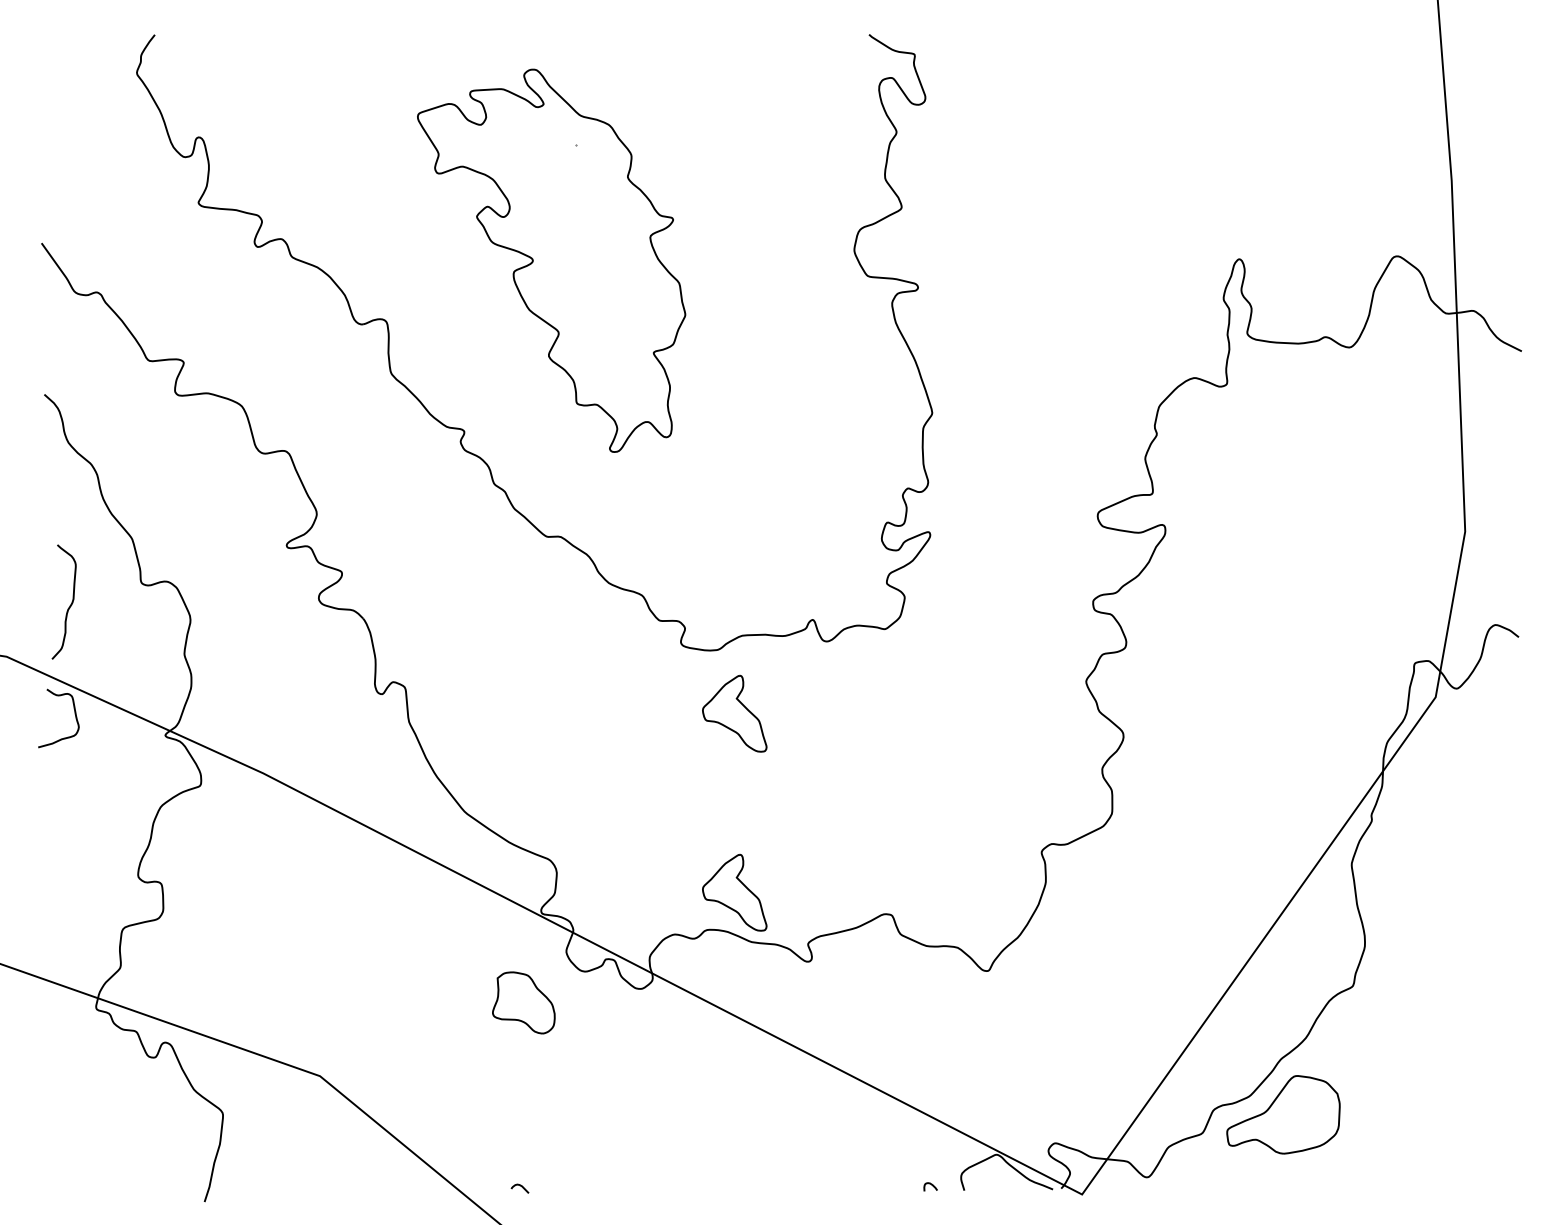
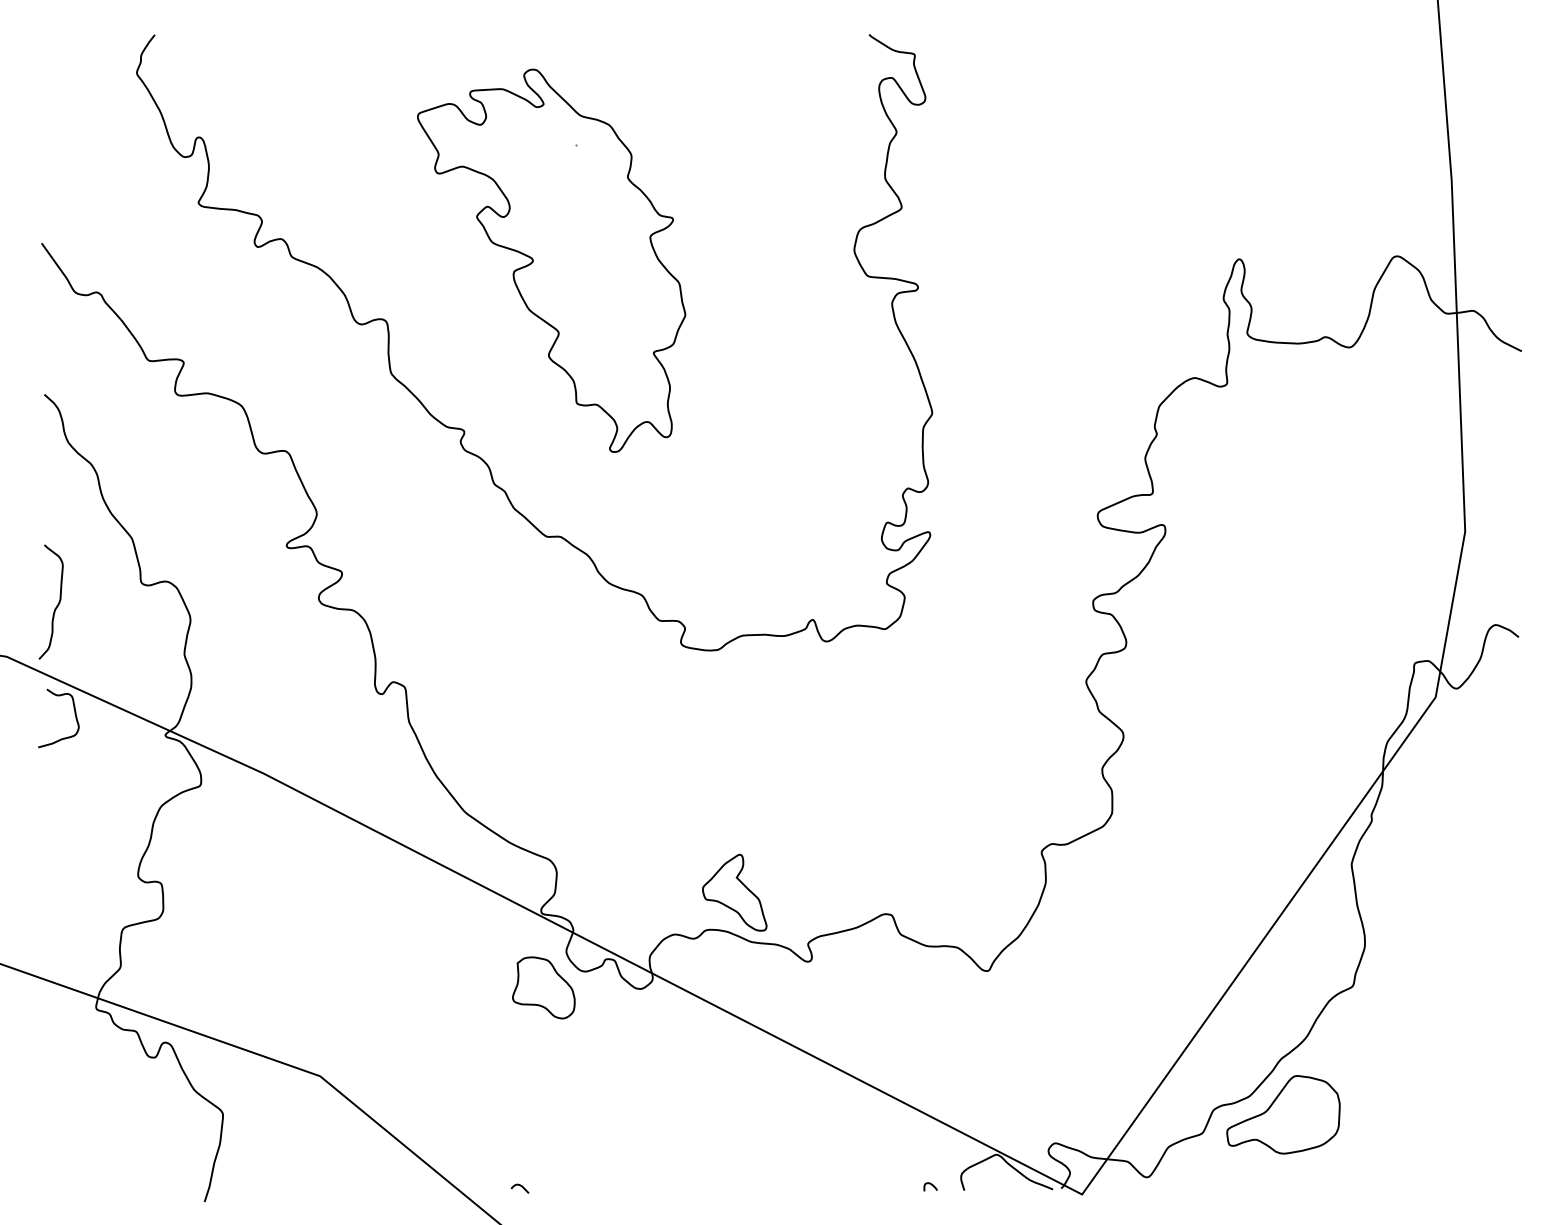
curve at (69, 605) position: (69, 605) -> (56, 605)
part at (734, 713): present -> none
part at (523, 1002) position: (523, 1002) -> (543, 987)
